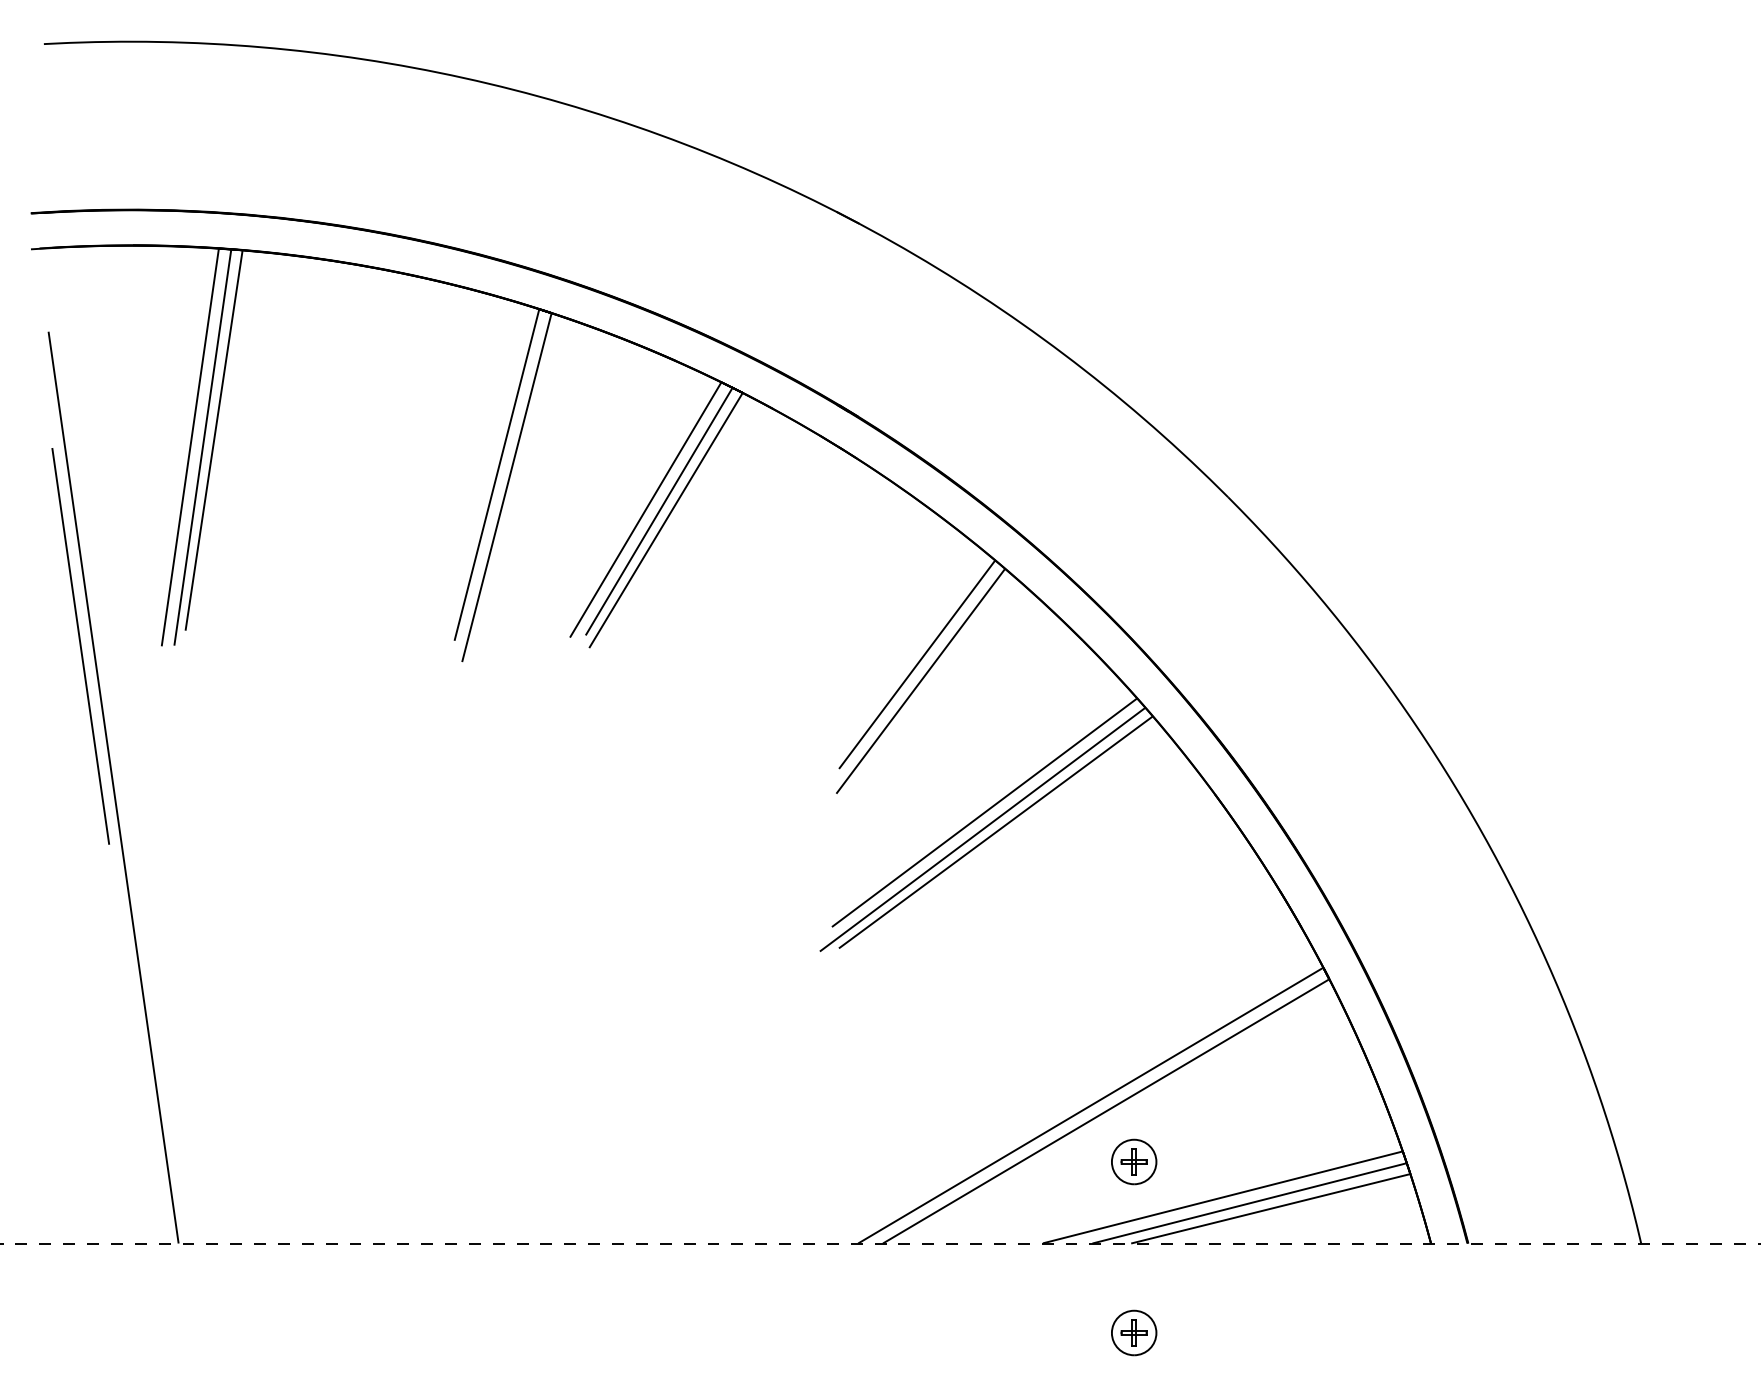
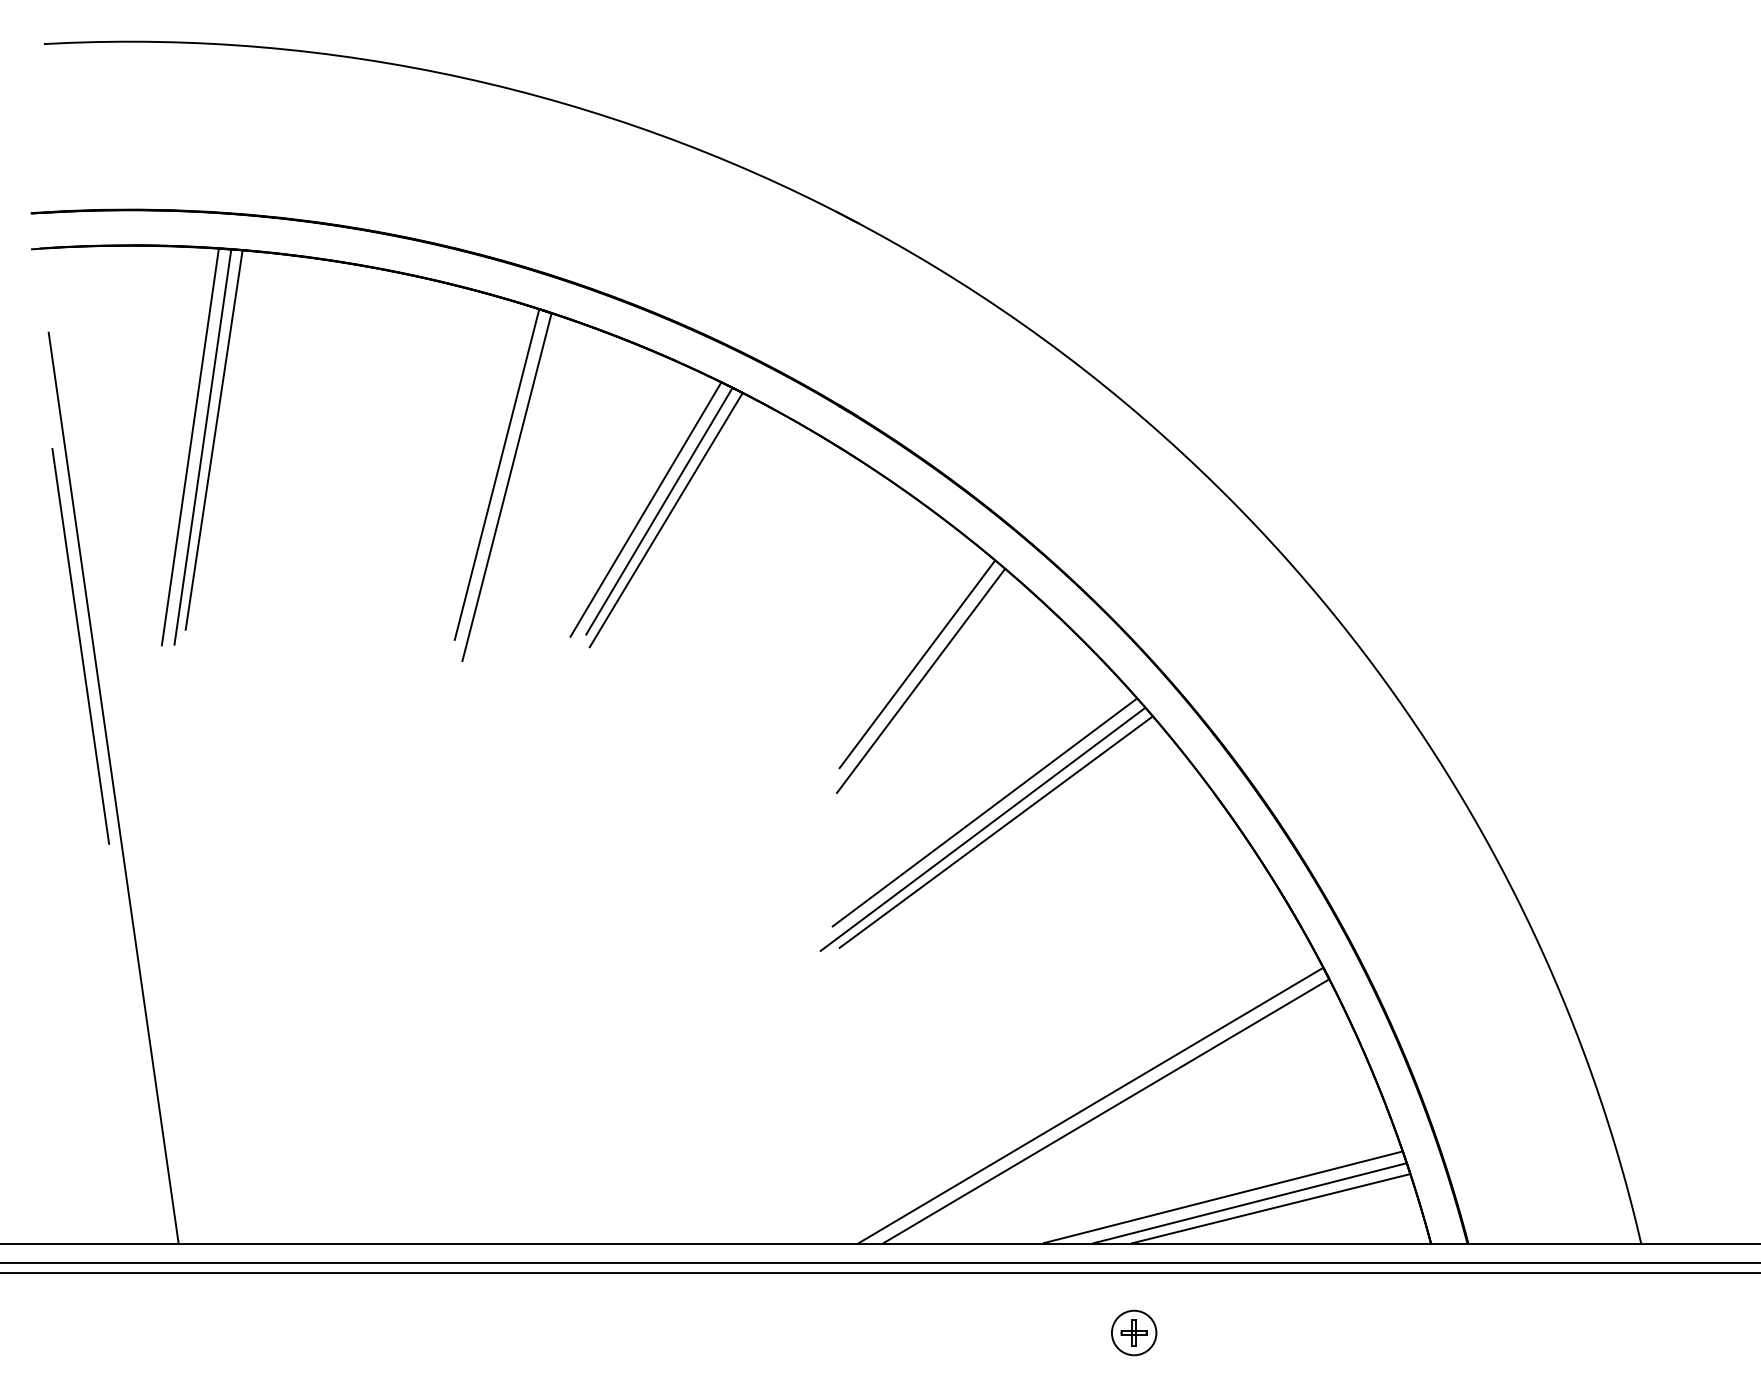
part at (1134, 1161): present -> none
line at (879, 1243): dashed -> solid
line at (879, 1263): none -> present
line at (879, 1273): none -> present
